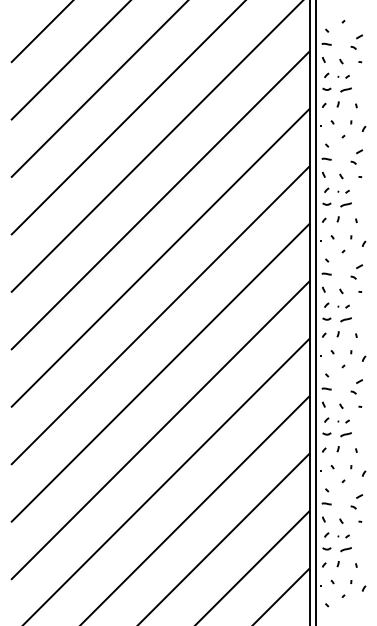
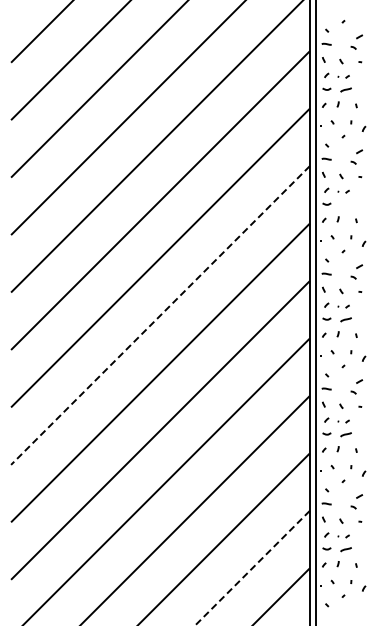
curve at (345, 204): present -> none
line at (160, 315): solid -> dashed
line at (251, 568): solid -> dashed
